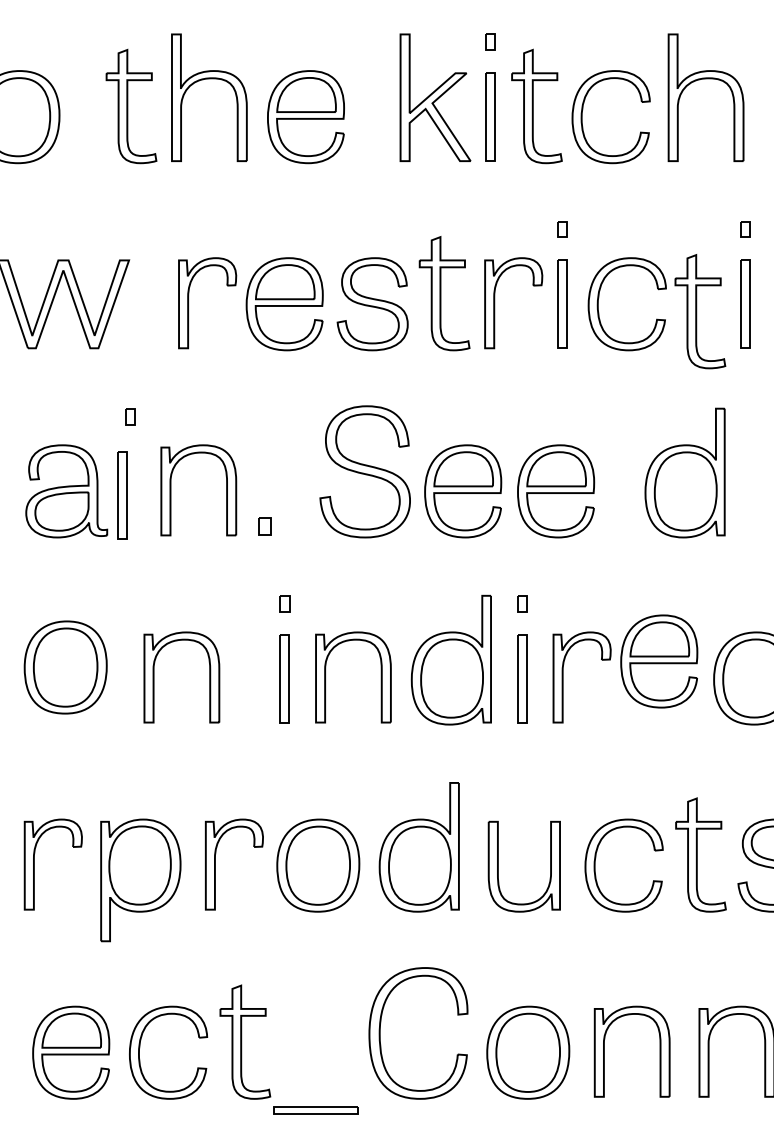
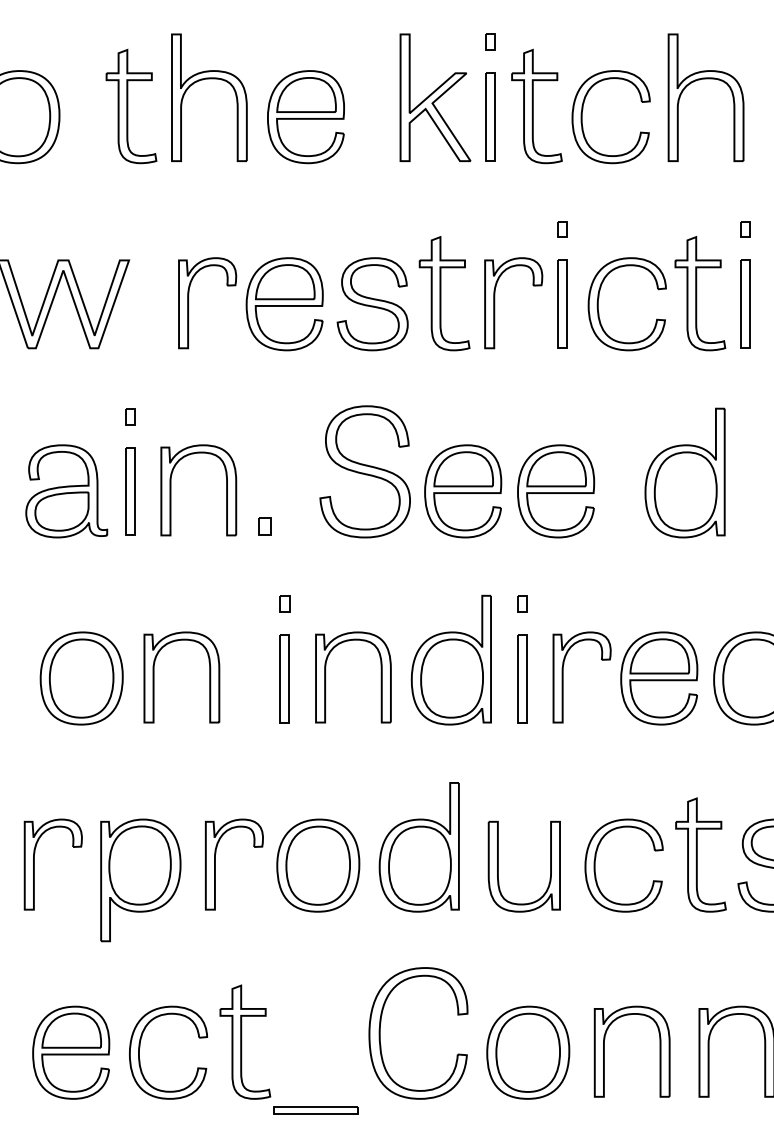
part at (700, 311) position: (700, 311) -> (700, 293)
part at (122, 495) position: (122, 495) -> (130, 491)
part at (659, 661) position: (659, 661) -> (659, 678)
part at (65, 667) position: (65, 667) -> (81, 678)
